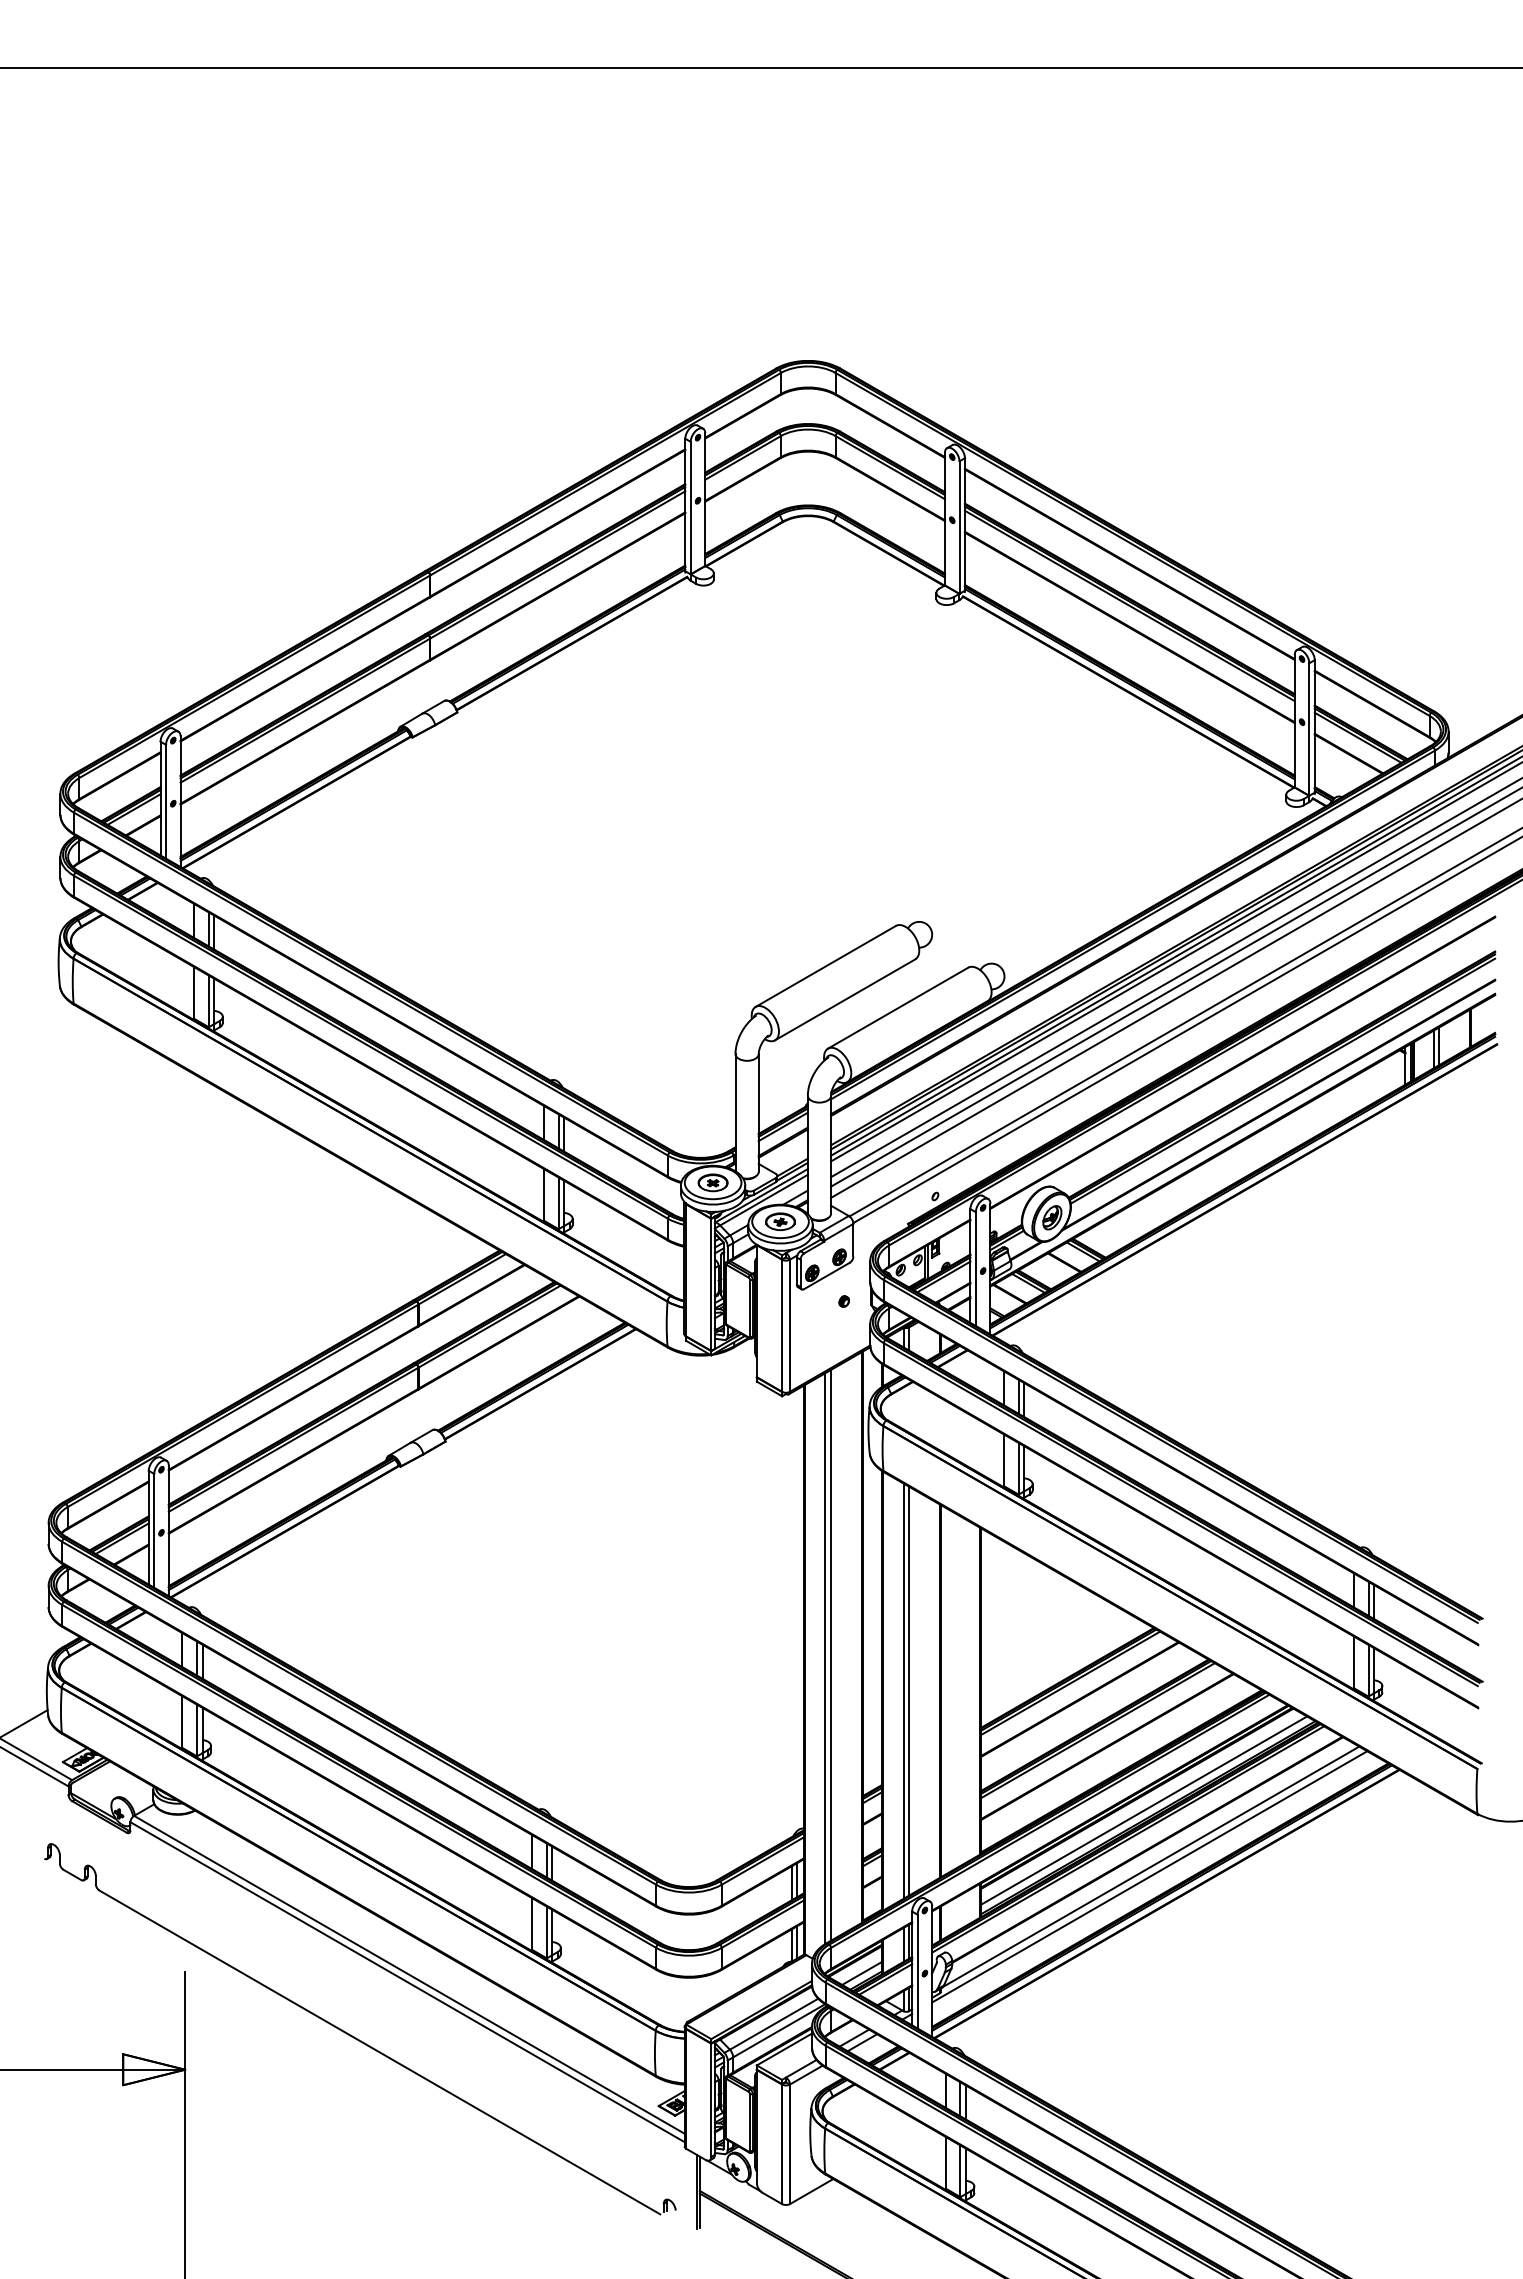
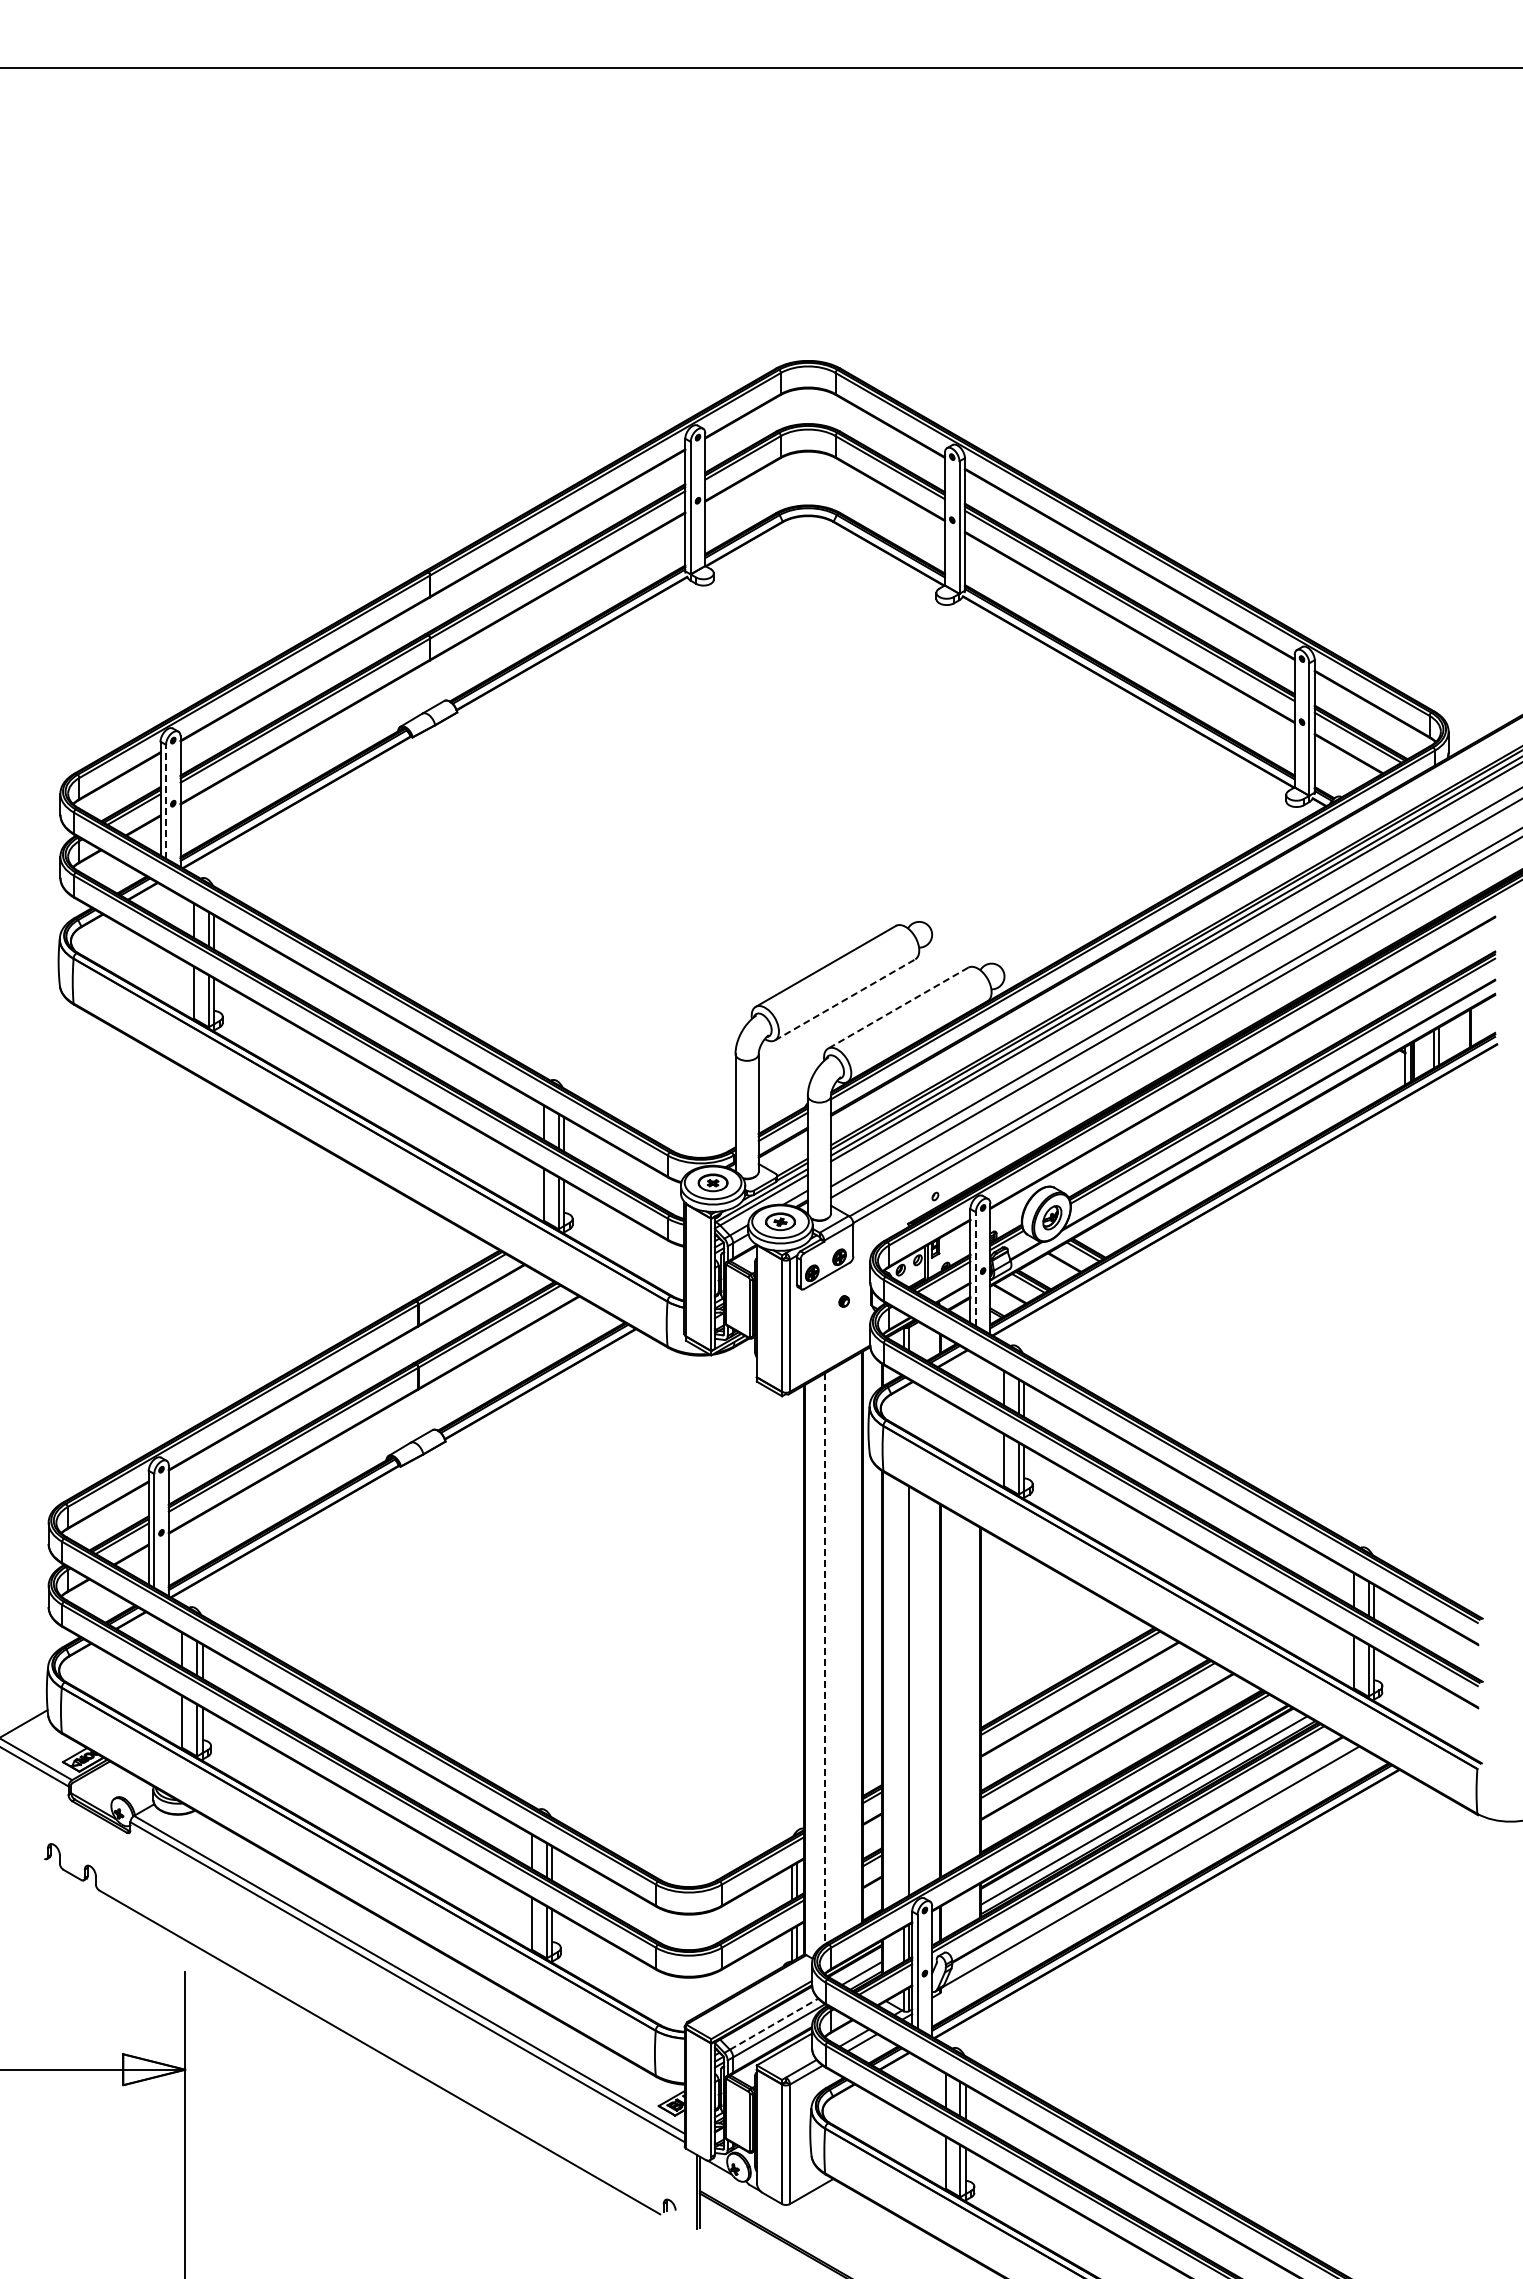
line at (166, 801): solid -> dashed
line at (1175, 978): present -> none
line at (845, 999): solid -> dashed
line at (898, 1008): solid -> dashed
line at (975, 1269): solid -> dashed
line at (830, 1655): present -> none
line at (825, 1659): solid -> dashed
line at (903, 1690): present -> none
line at (1149, 1876): present -> none
line at (774, 2024): solid -> dashed
